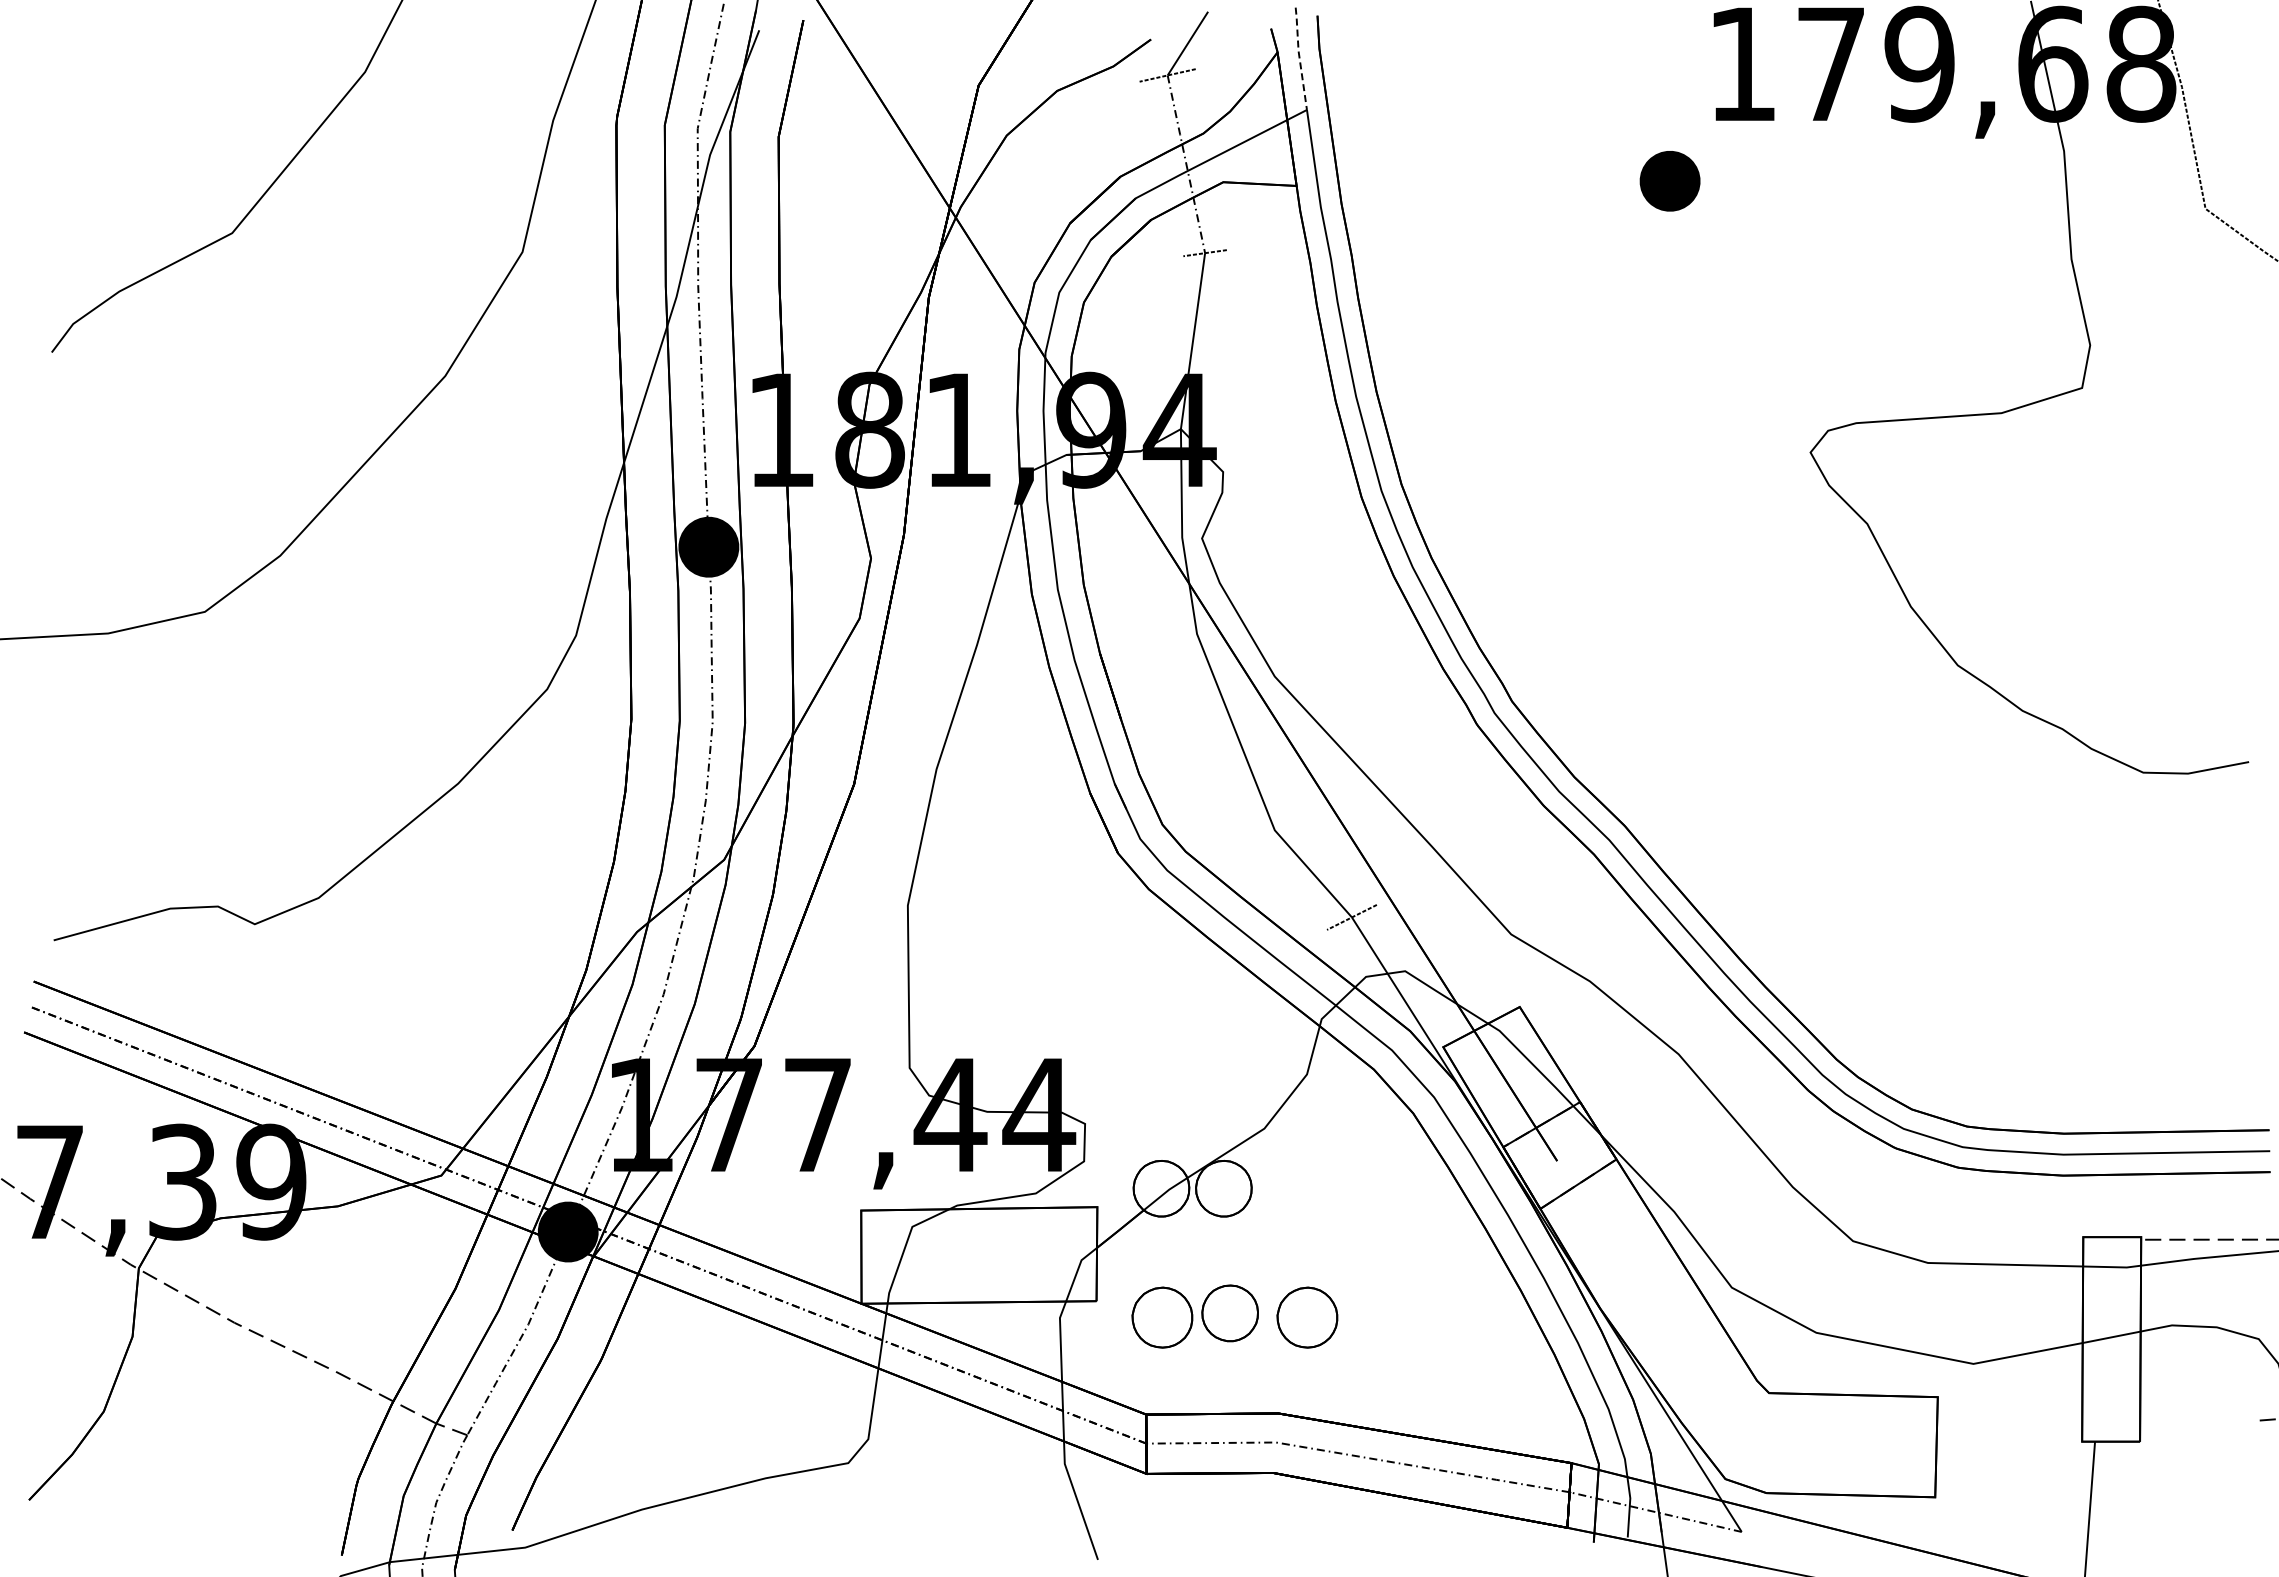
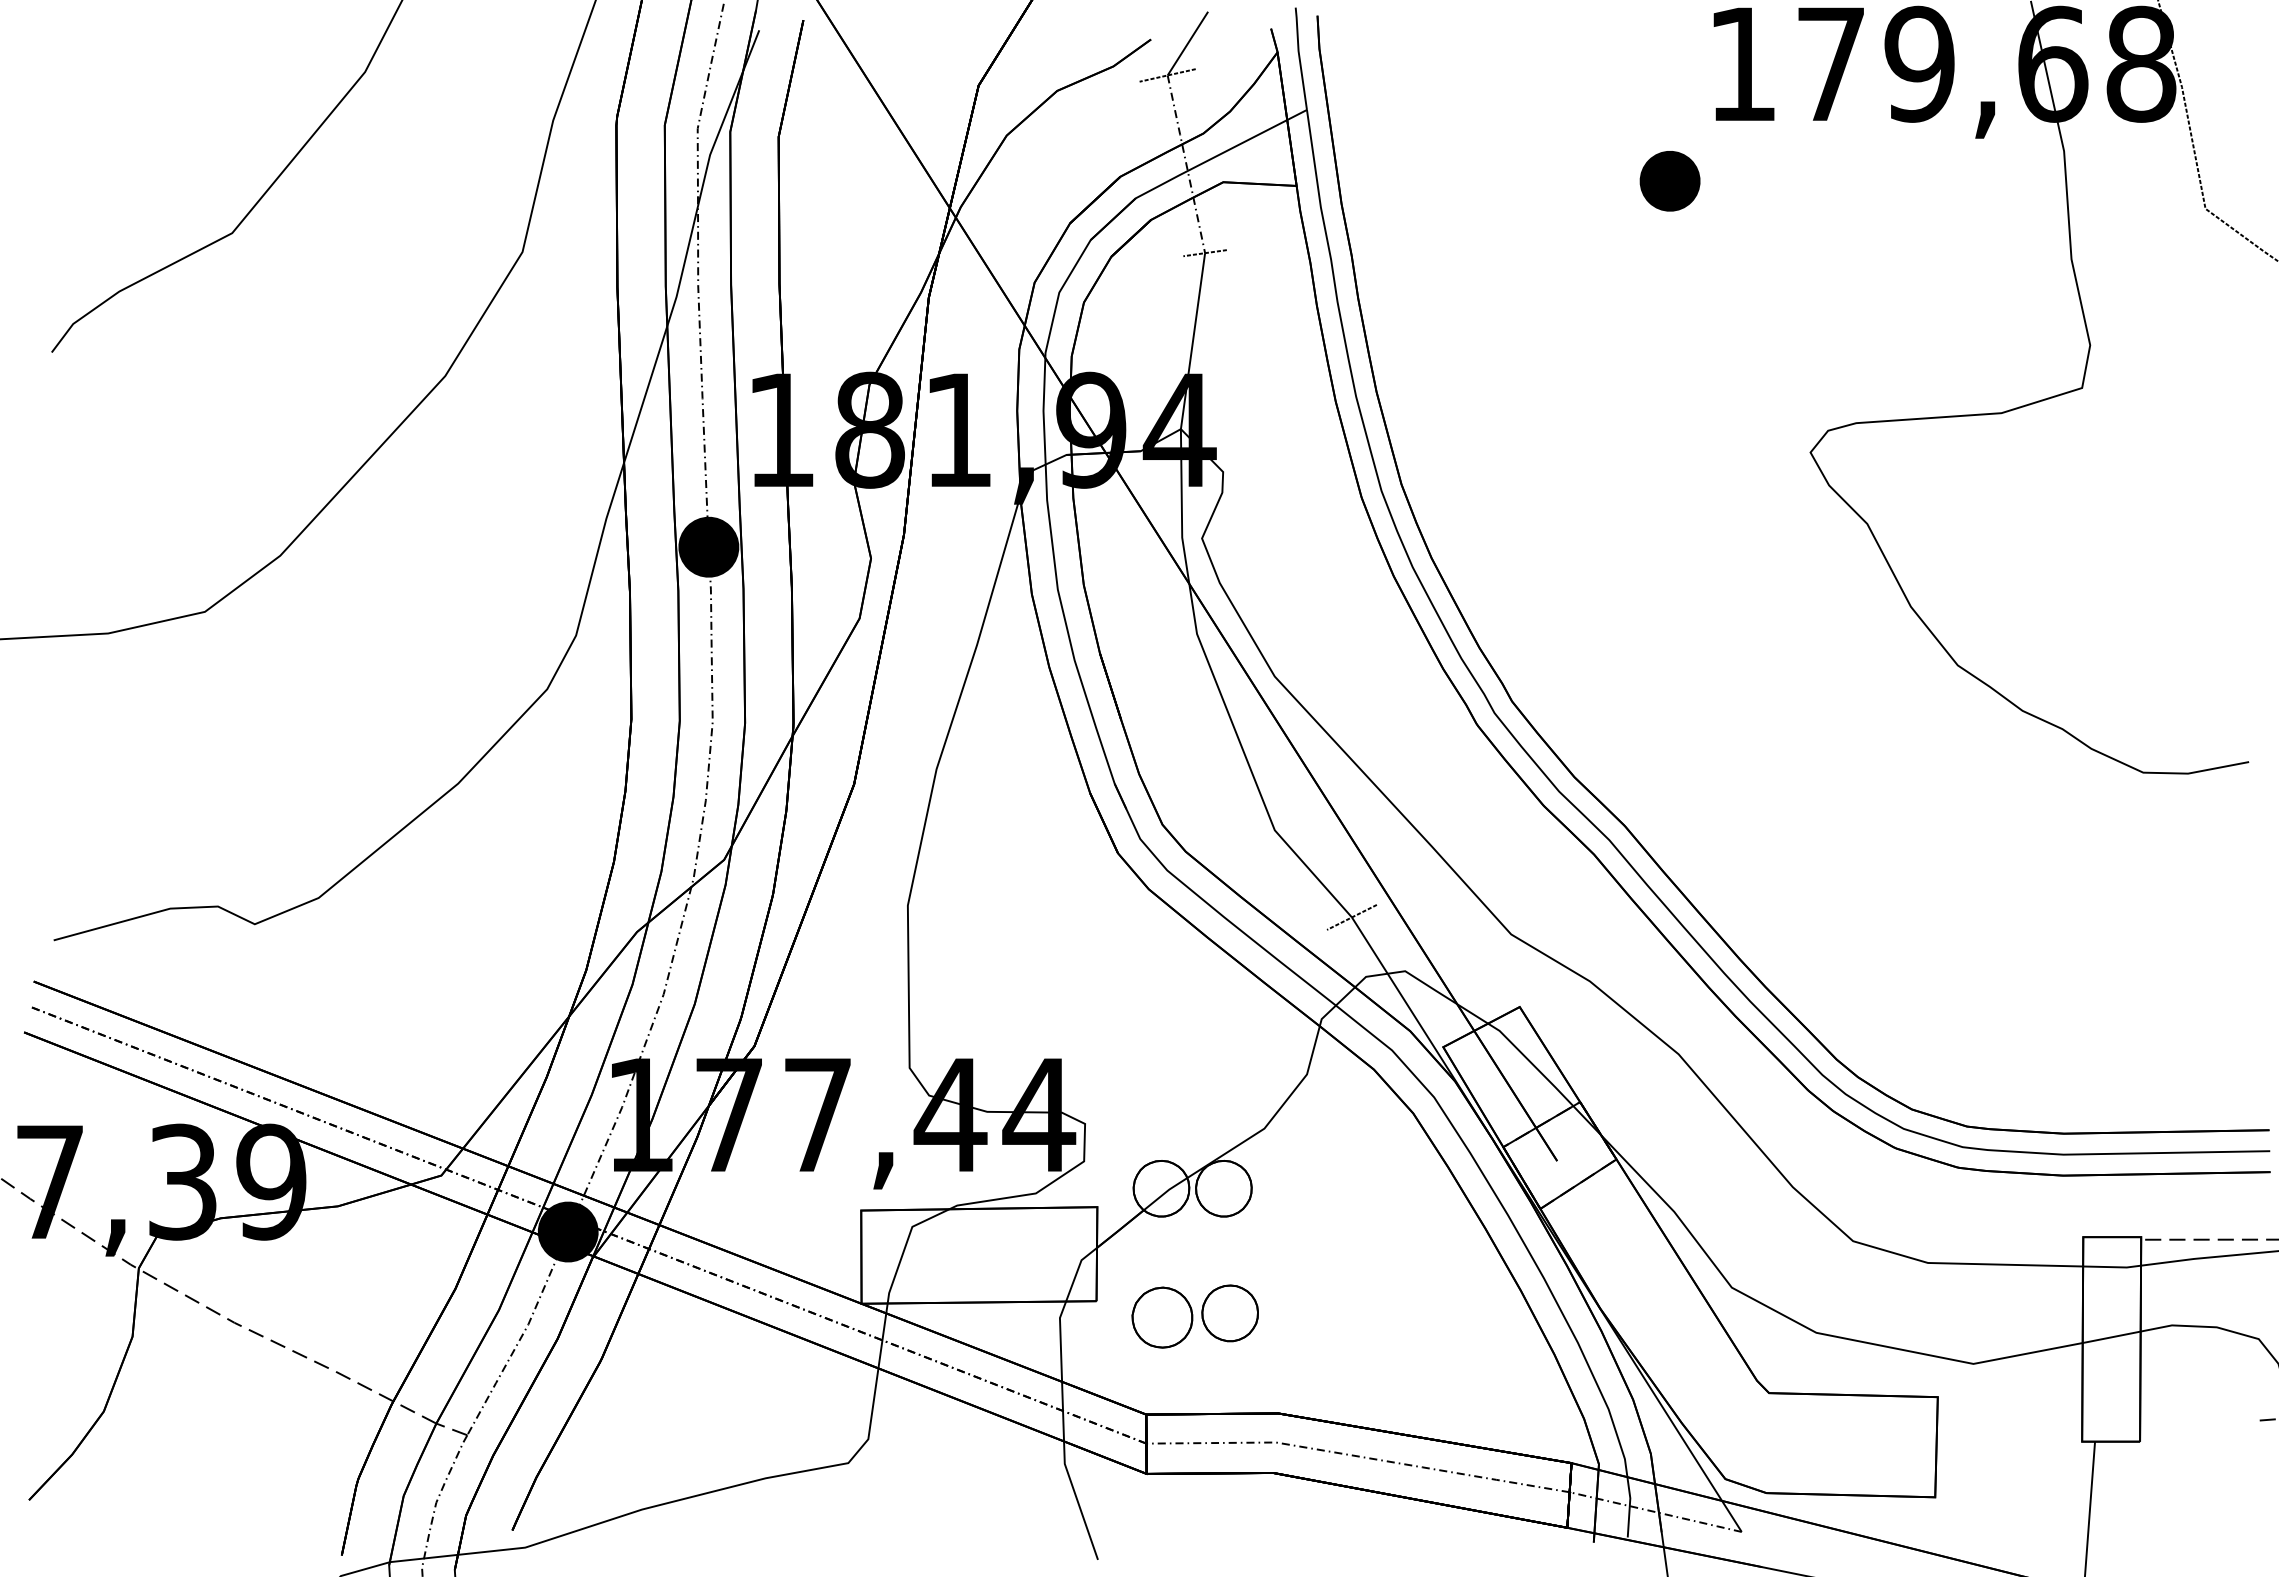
line at (1299, 57): dashed -> solid
part at (1307, 1317): present -> none
